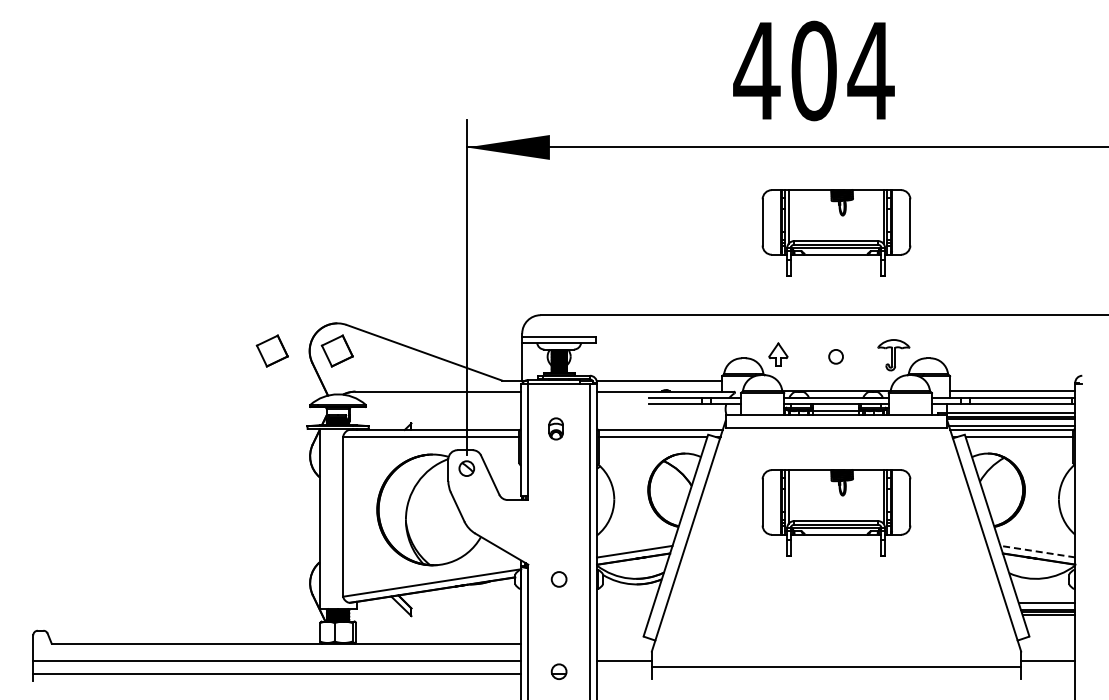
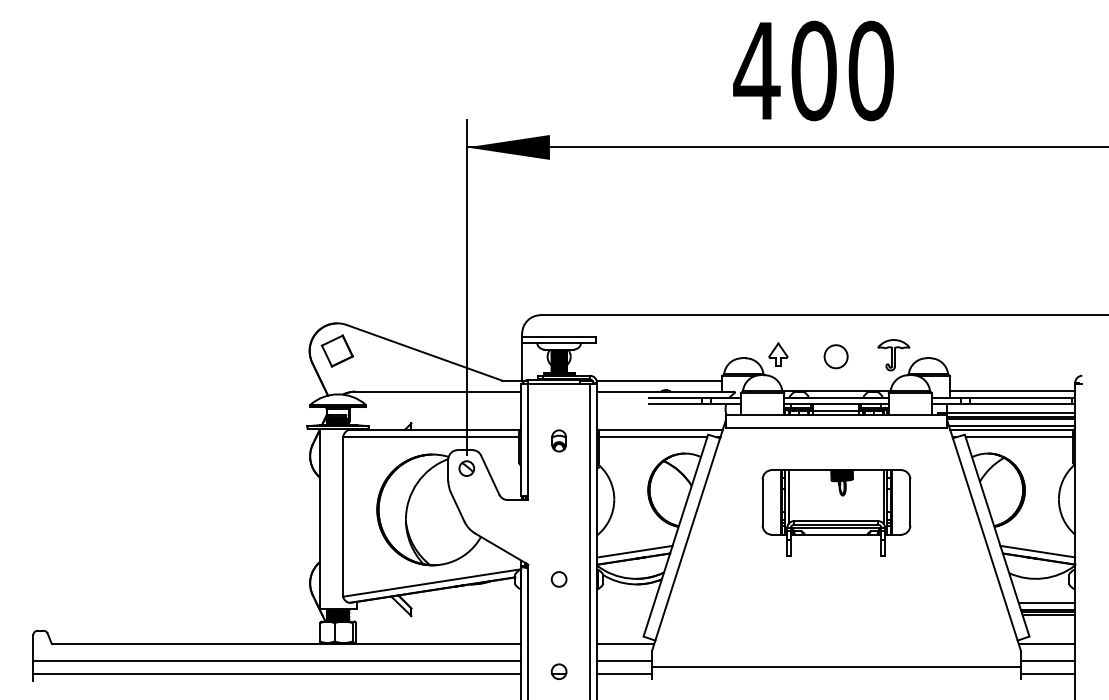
text at (870, 70): 404 -> 400
part at (836, 232): present -> none
part at (271, 350): present -> none
circle at (835, 356) size: 16x16 px -> 26x26 px
part at (555, 428) position: (555, 428) -> (558, 440)
line at (1037, 551): dashed -> solid
line at (625, 643): none -> present
line at (1046, 643): none -> present
line at (624, 673): none -> present
line at (1048, 673): none -> present
